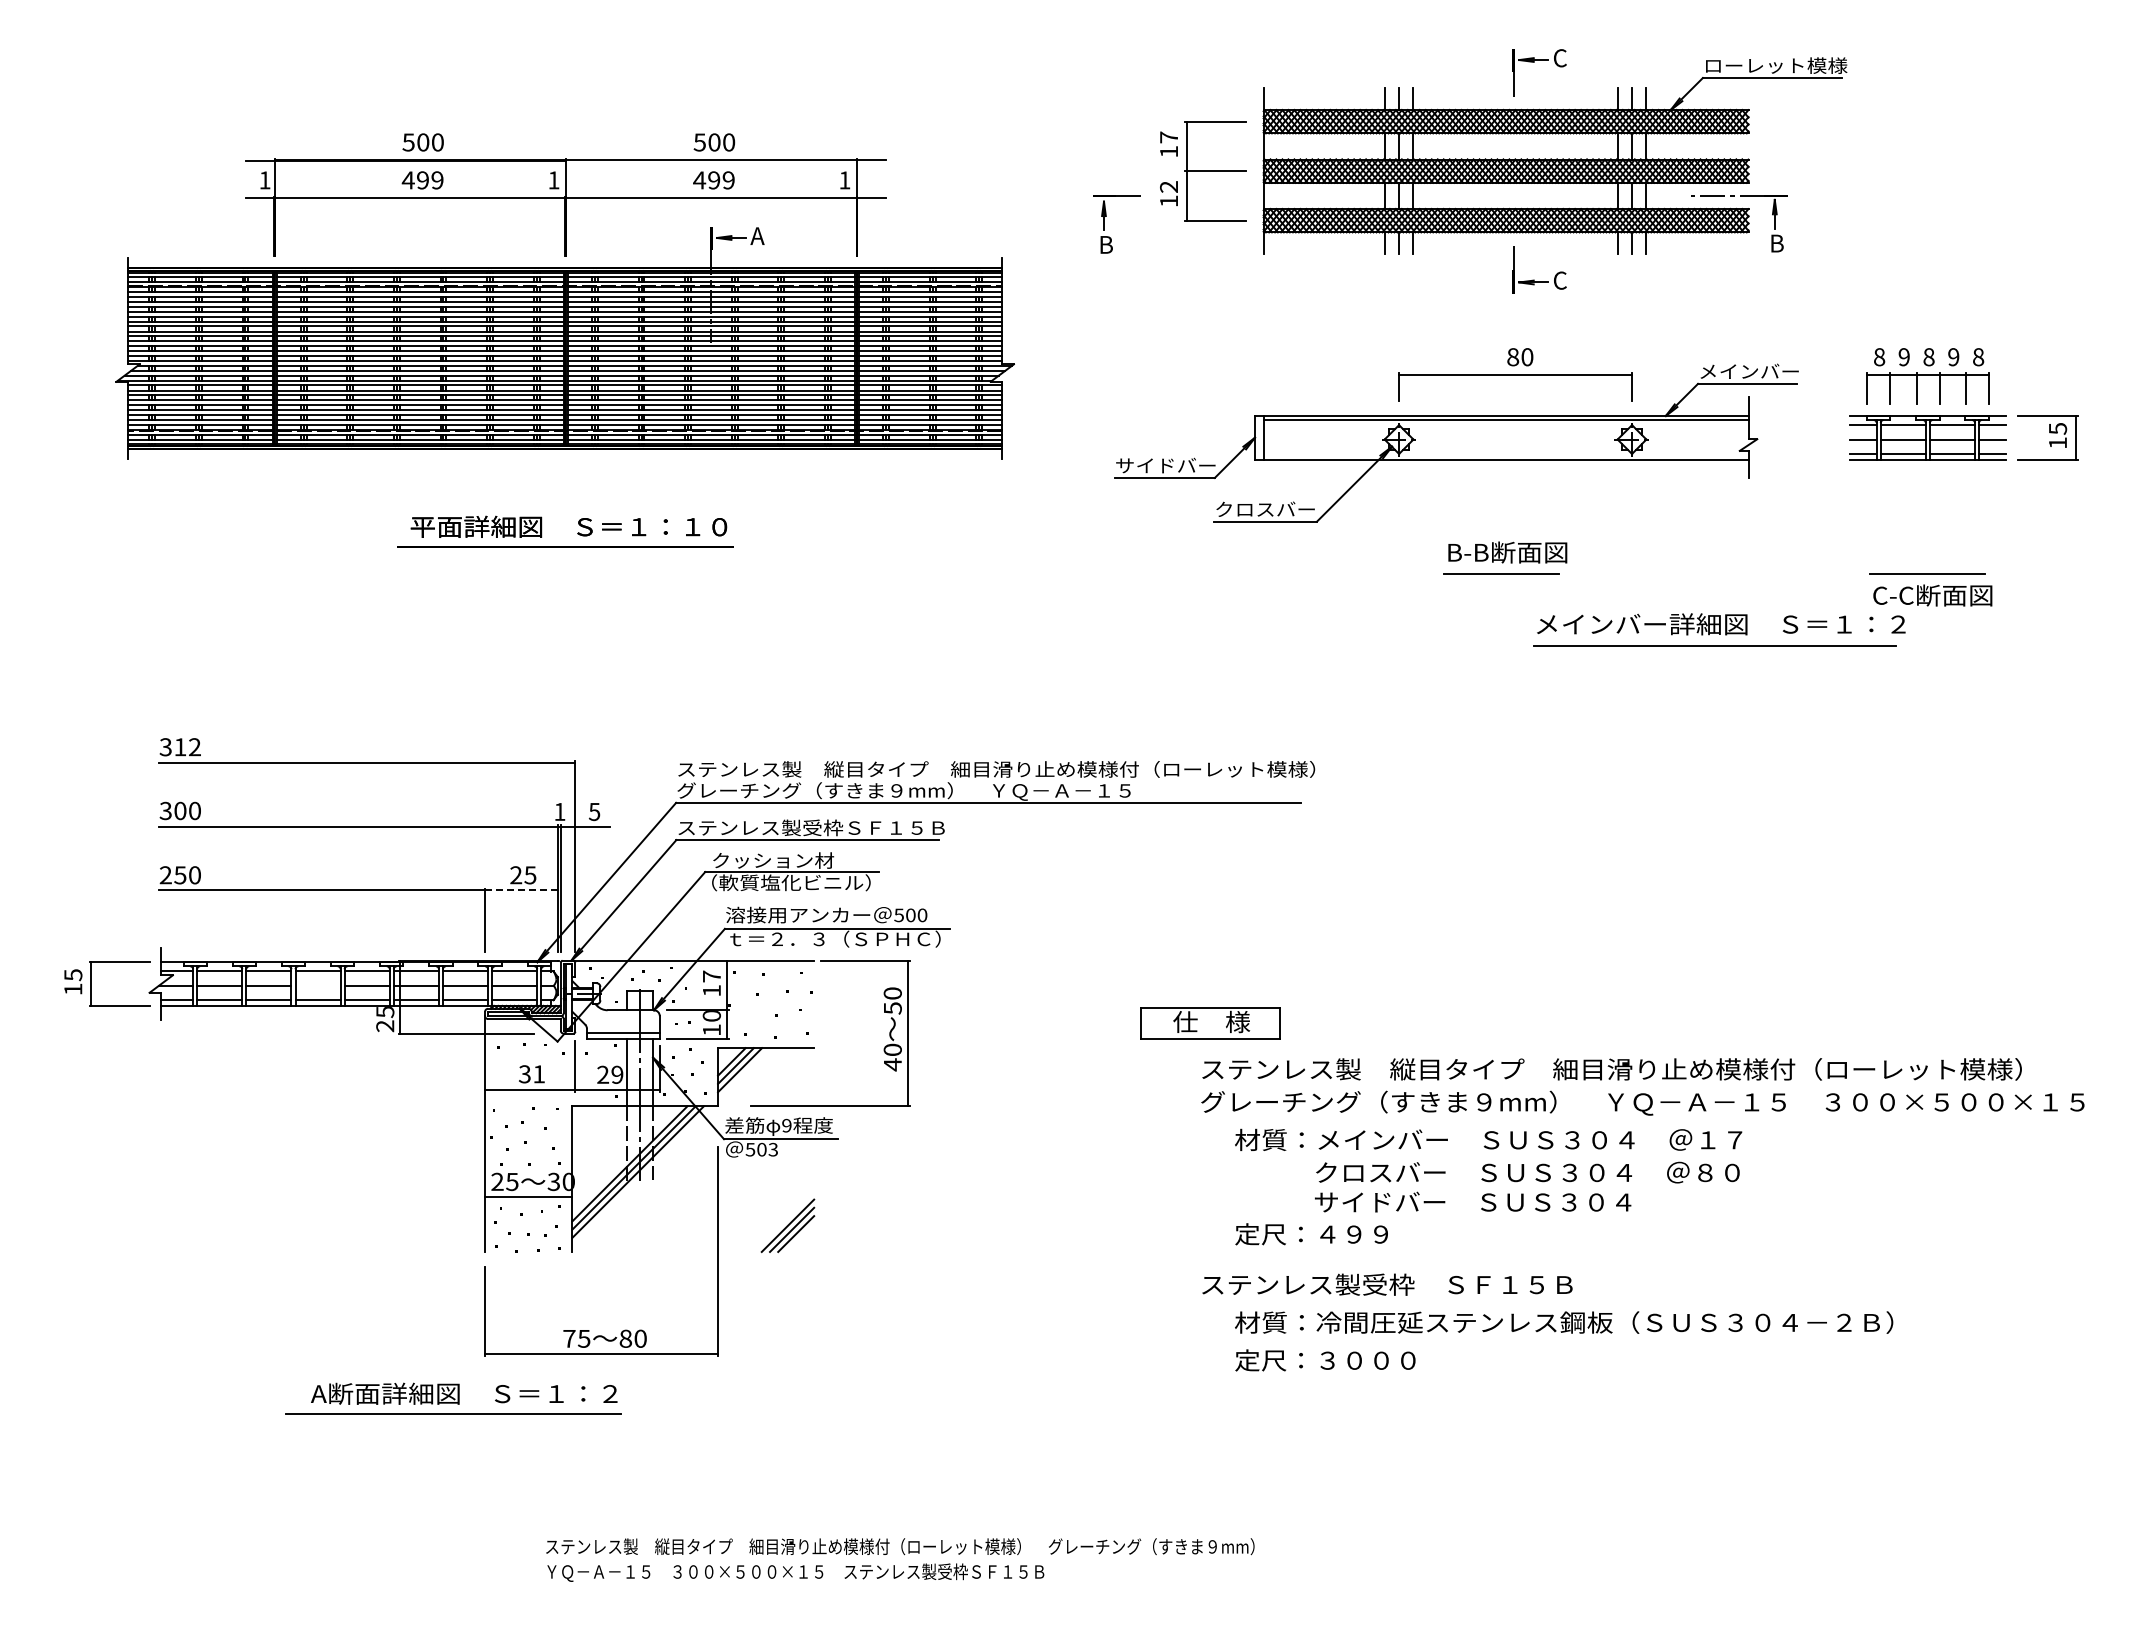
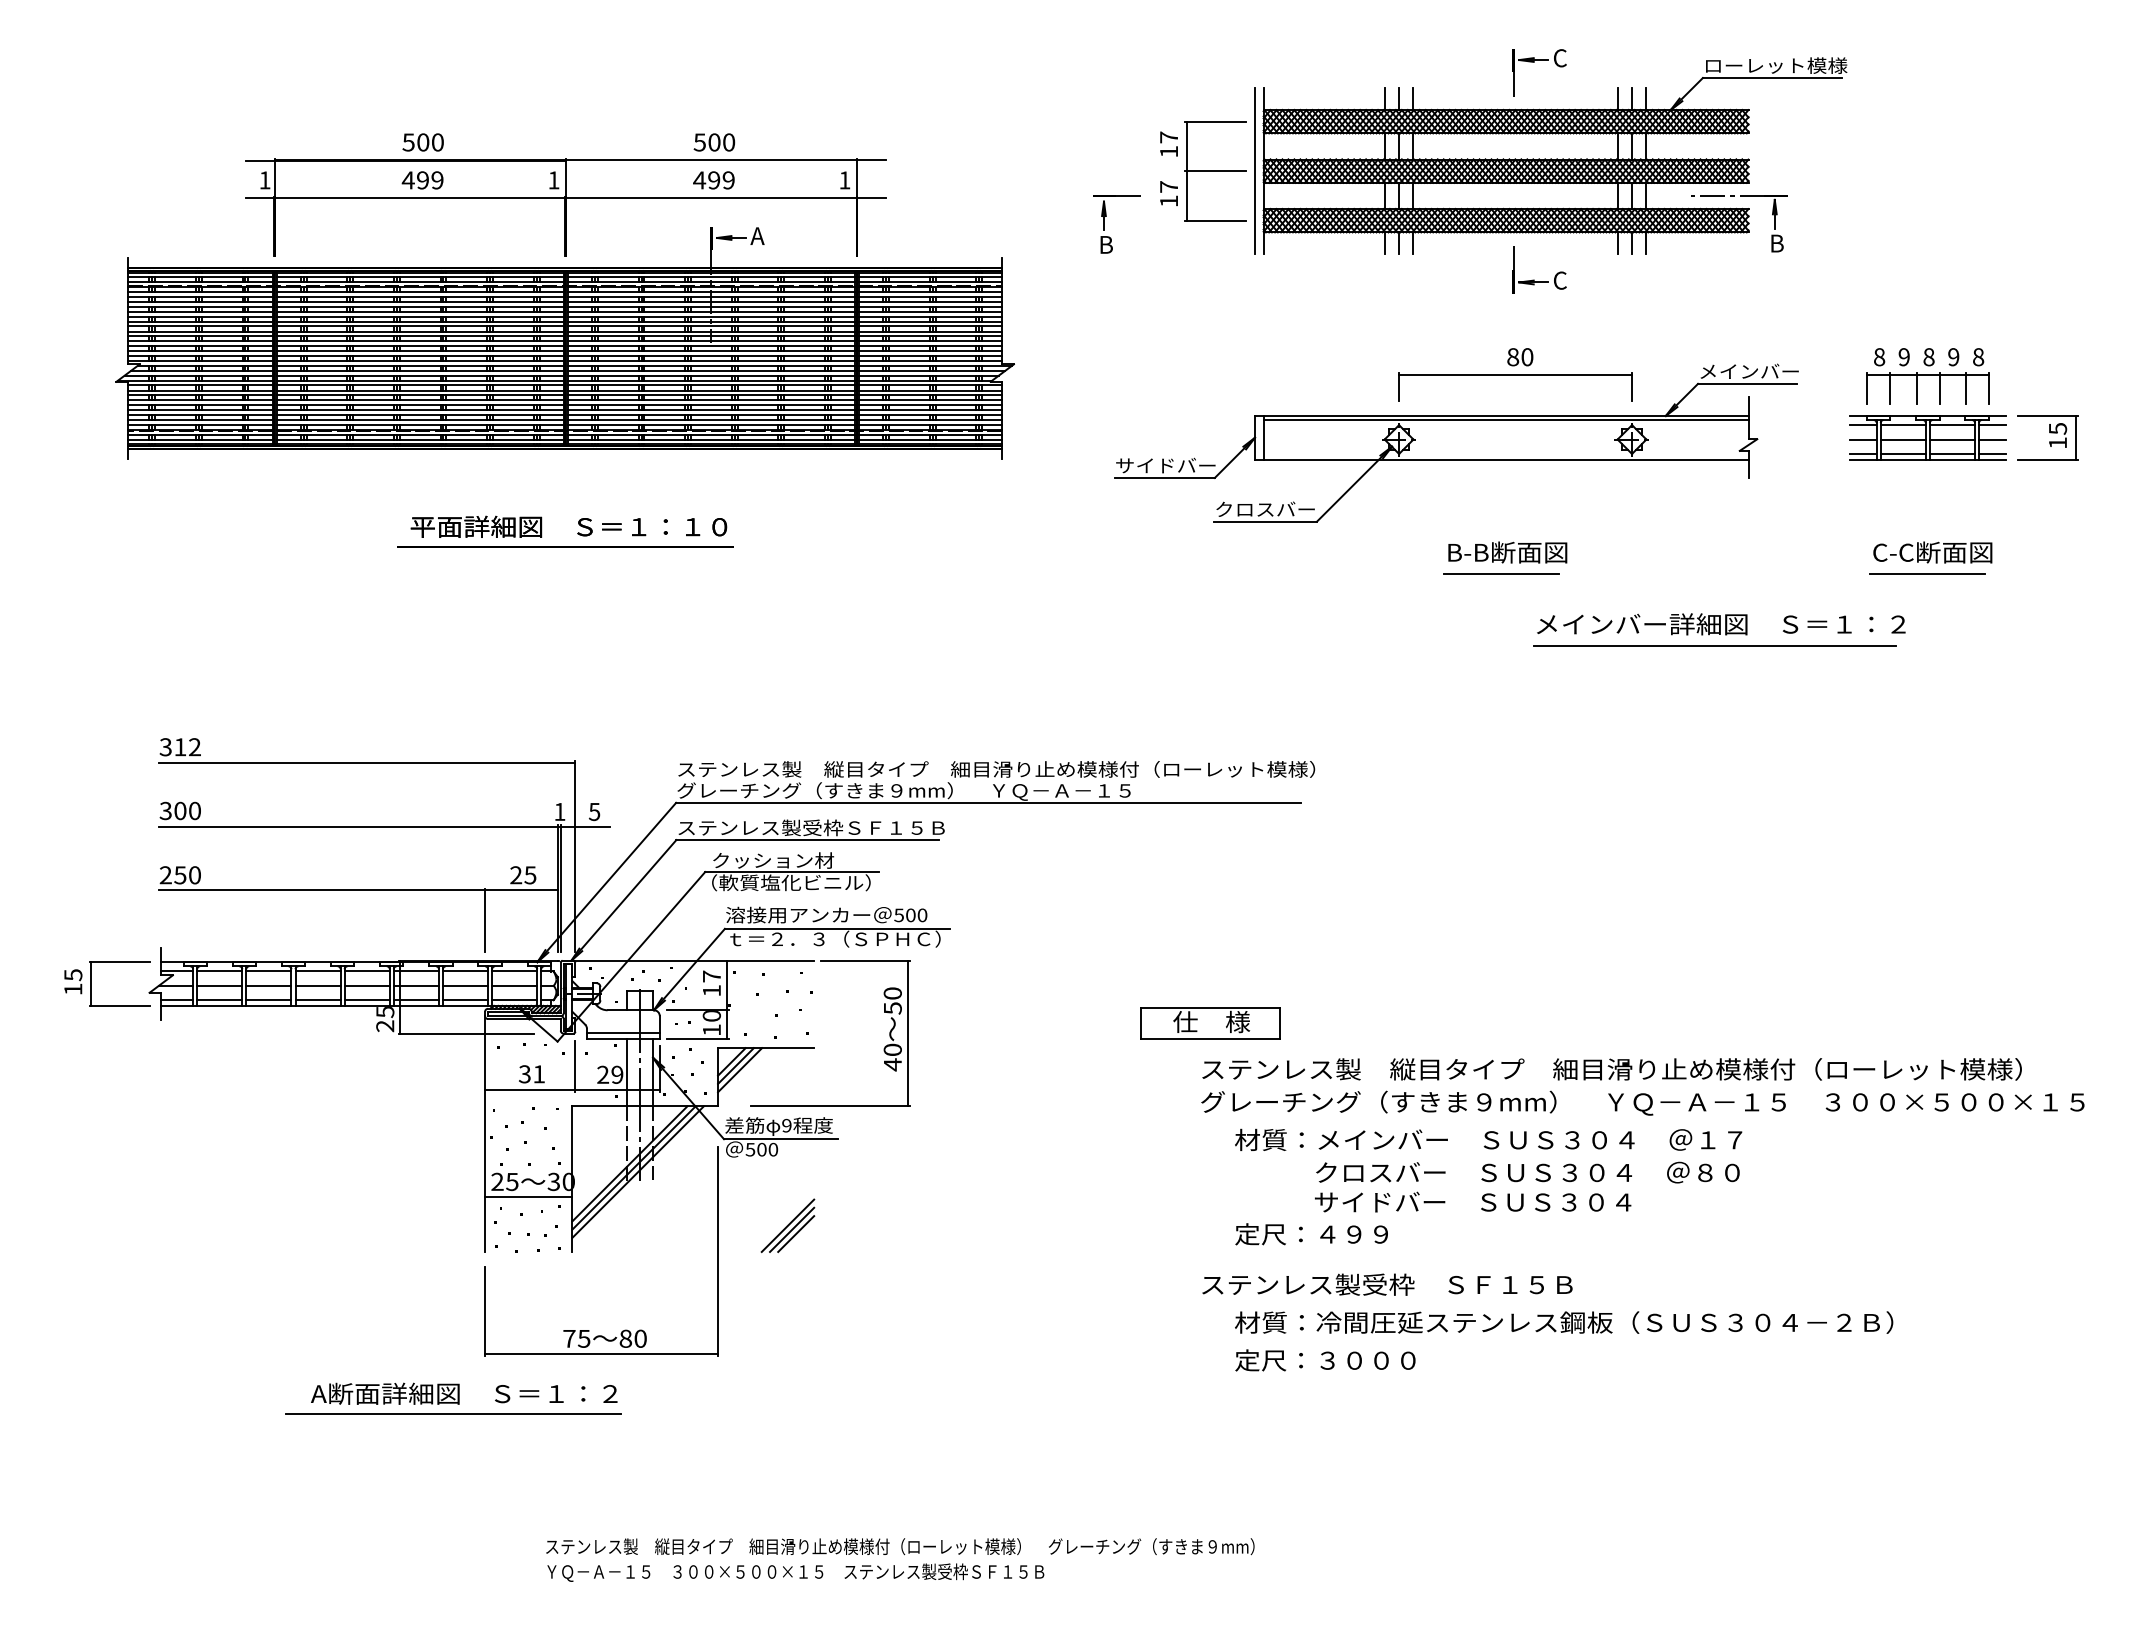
line at (1254, 170): none -> present
text at (1168, 186): 12 -> 17
text at (1932, 595) position: (1932, 595) -> (1932, 552)
line at (521, 890): dashed -> solid
line at (317, 985): none -> present
text at (773, 1149): 503 -> 500
